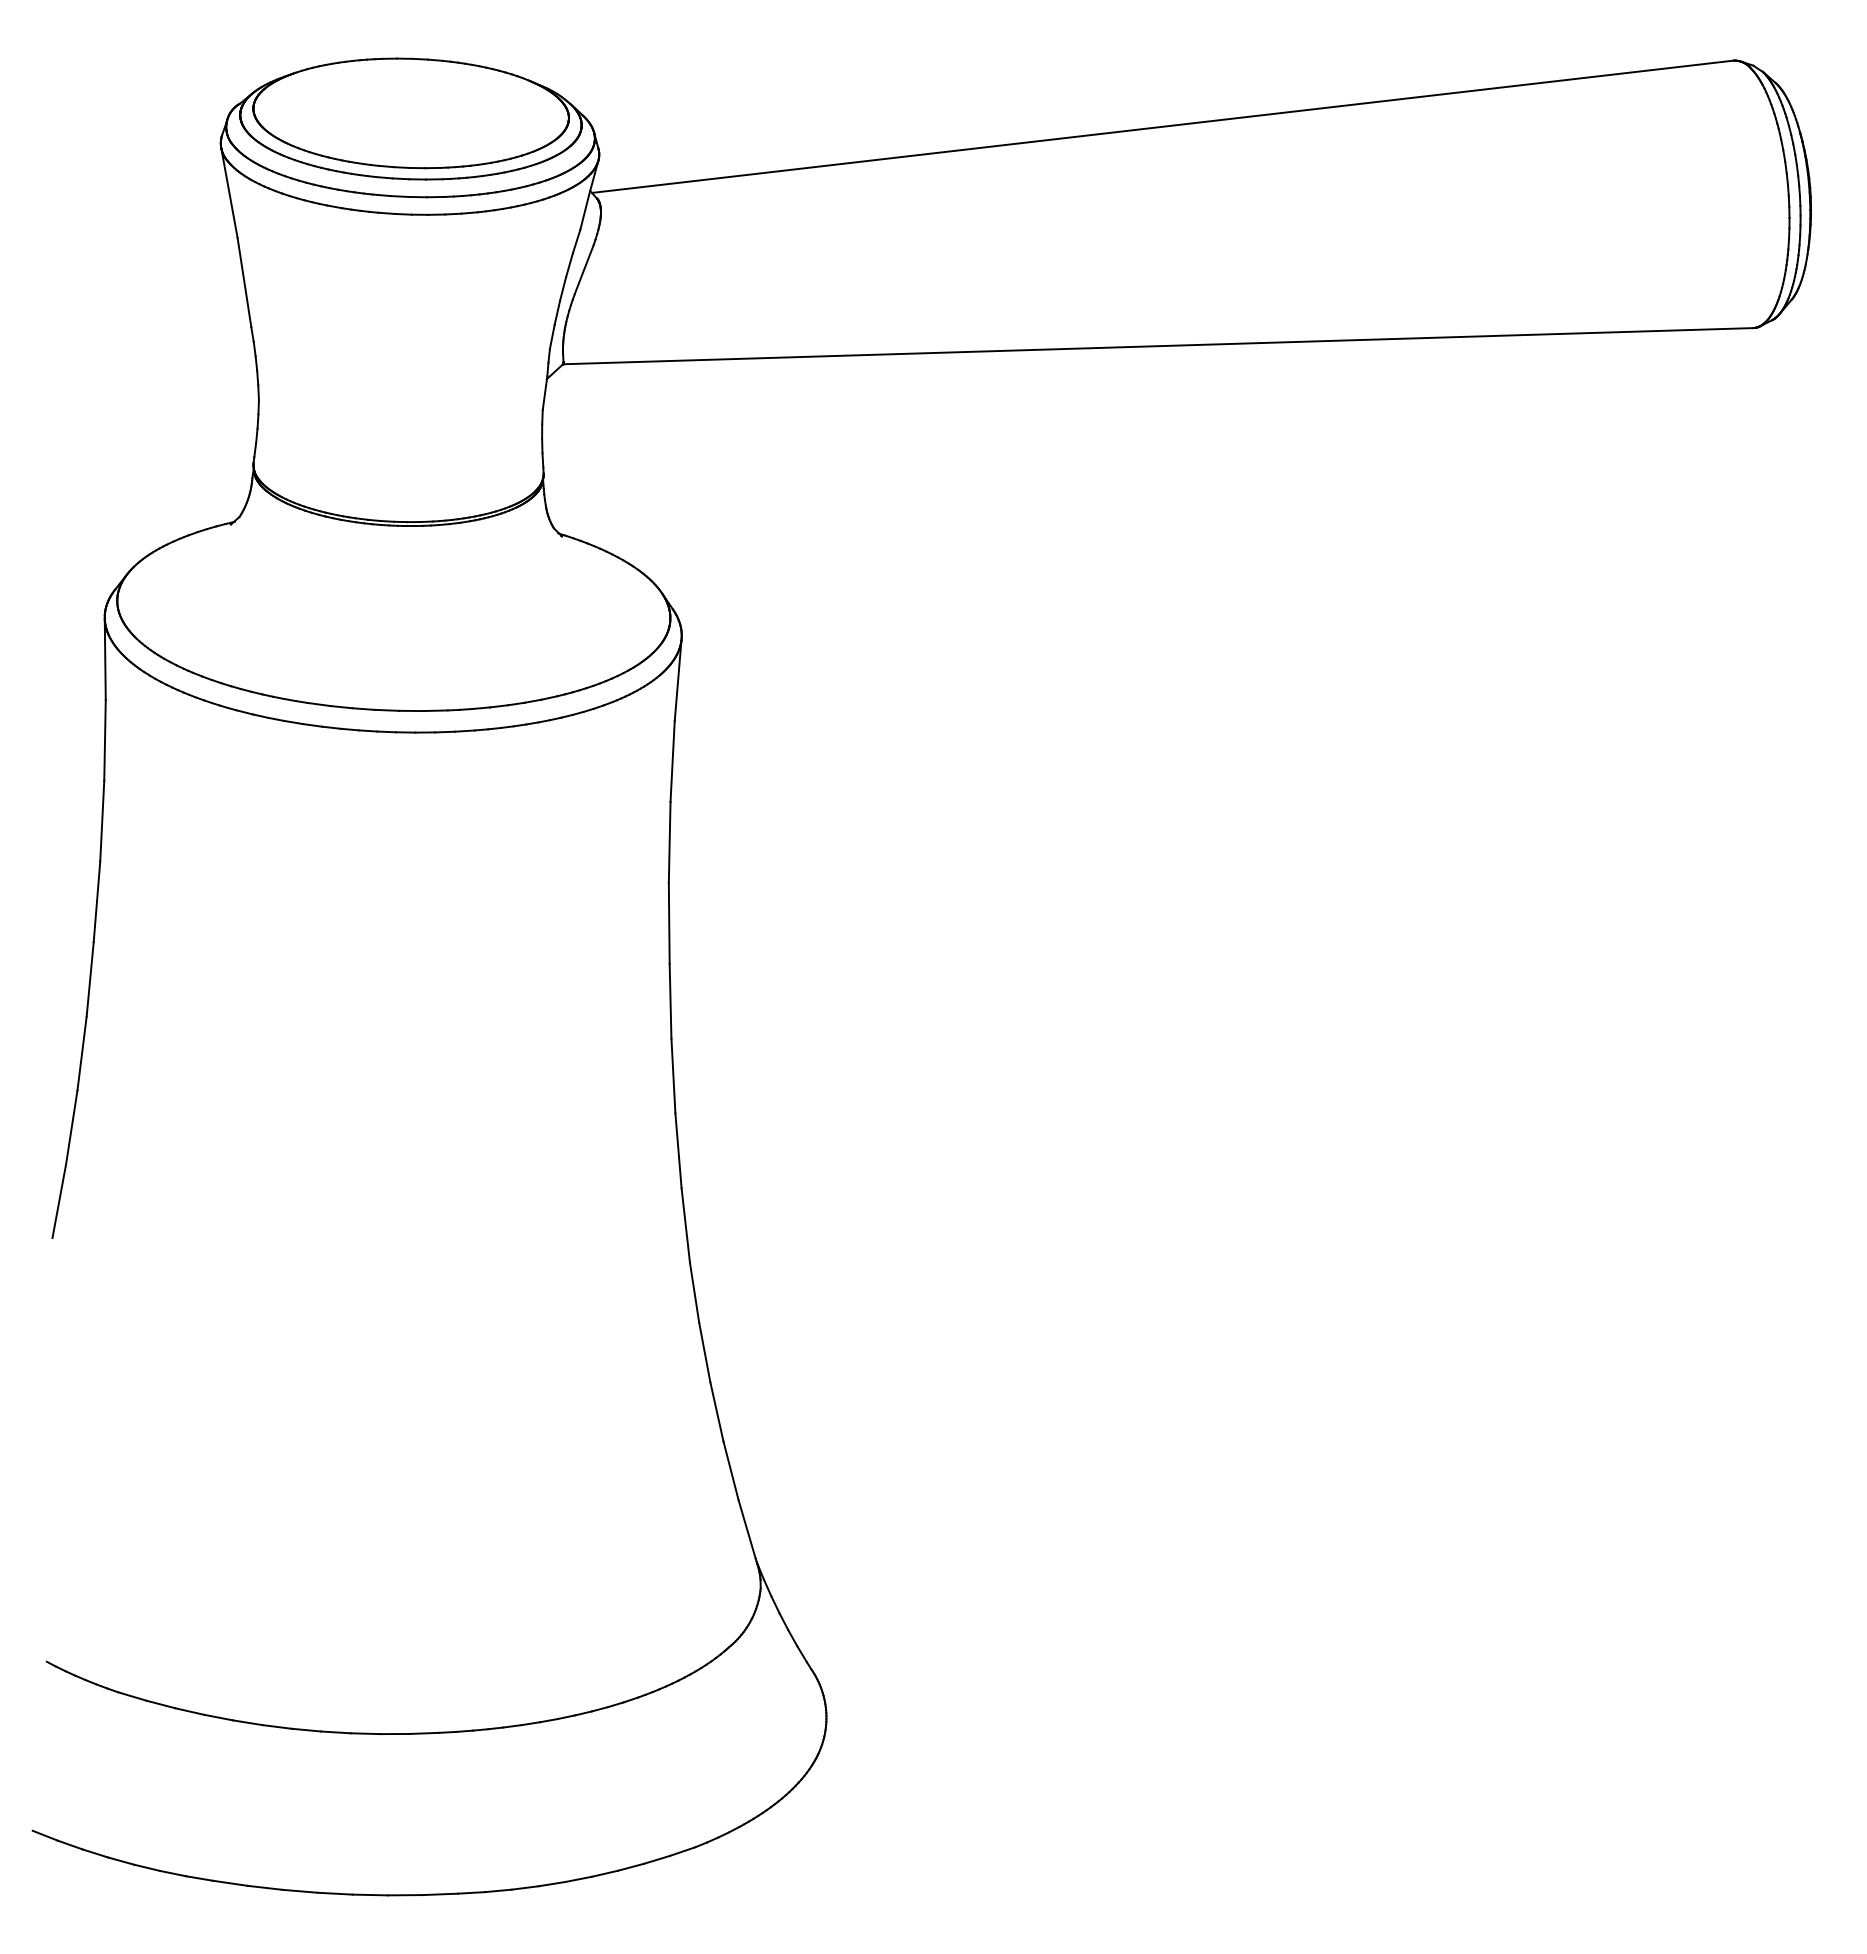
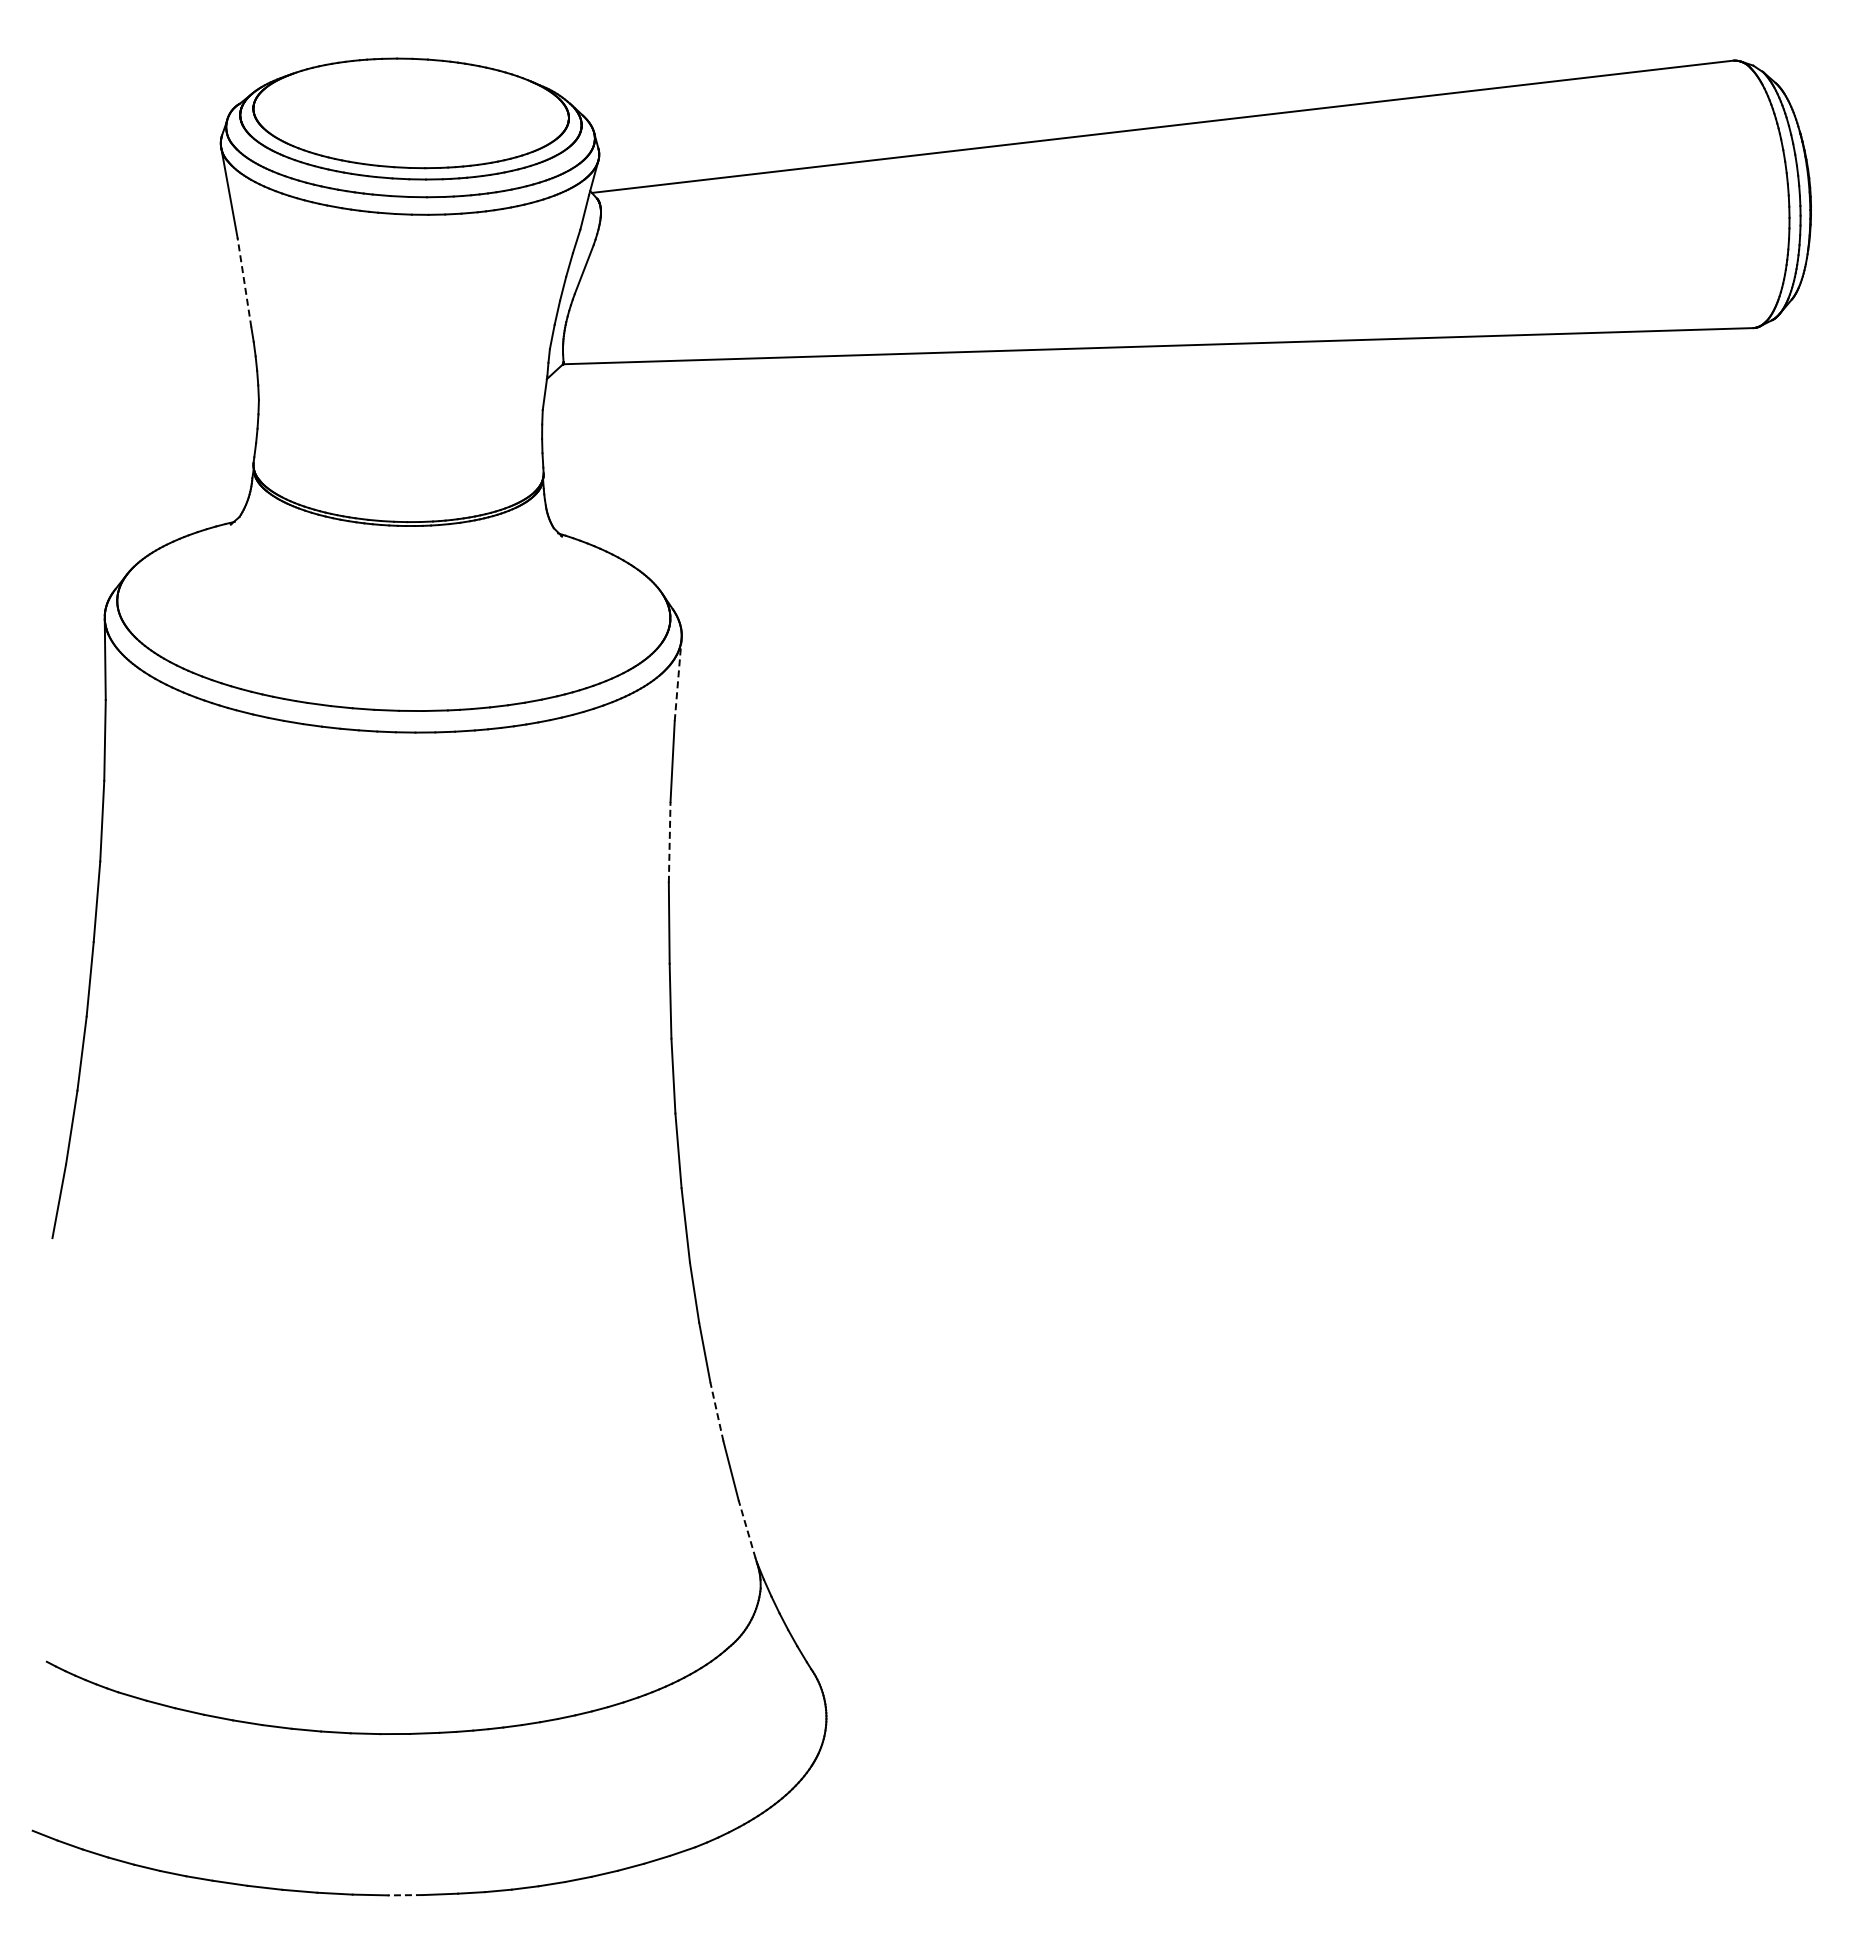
line at (244, 282): solid -> dashed
line at (678, 680): solid -> dashed
line at (669, 841): solid -> dashed
line at (716, 1411): solid -> dashed
line at (747, 1528): solid -> dashed
line at (405, 1895): solid -> dashed
